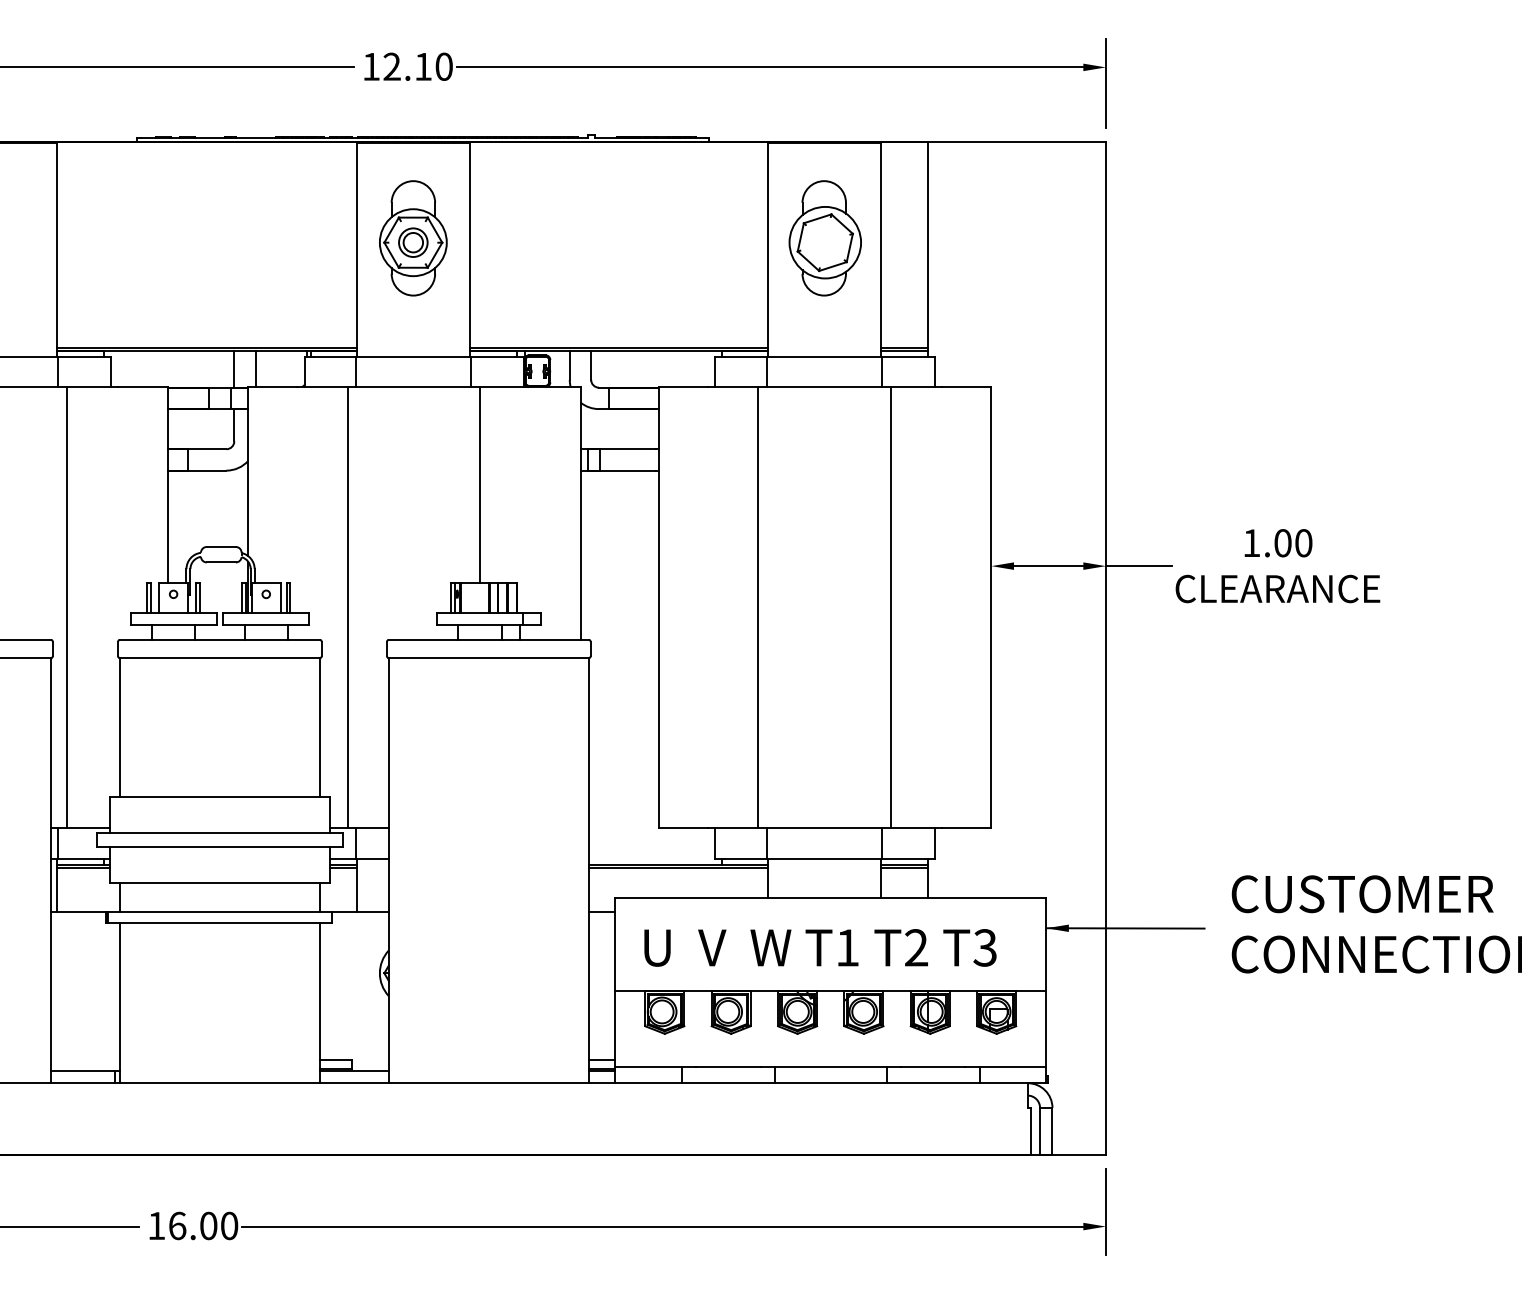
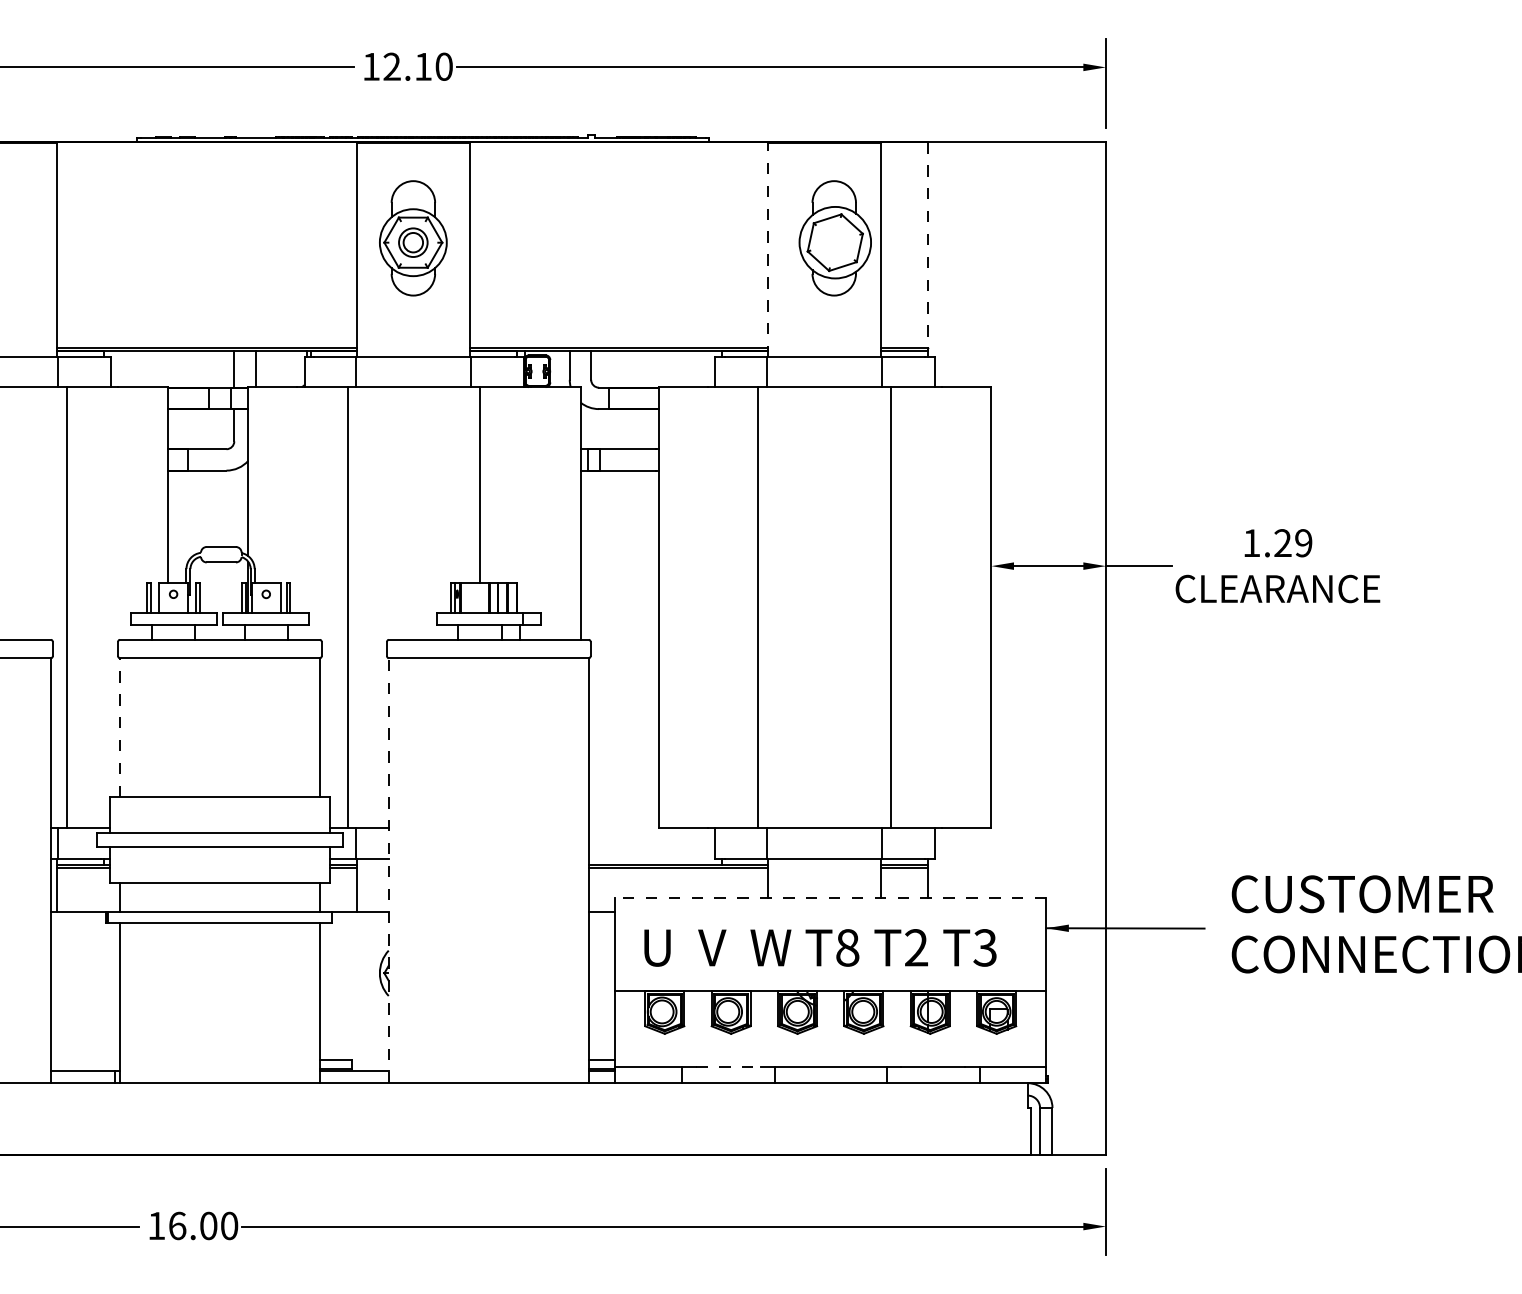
part at (824, 238) position: (824, 238) -> (834, 238)
line at (928, 245): solid -> dashed
line at (768, 249): solid -> dashed
text at (1293, 543): 1.00 -> 1.29
line at (119, 727): solid -> dashed
line at (388, 870): solid -> dashed
line at (830, 898): solid -> dashed
text at (847, 947): T1 -> T8
line at (728, 1066): solid -> dashed
